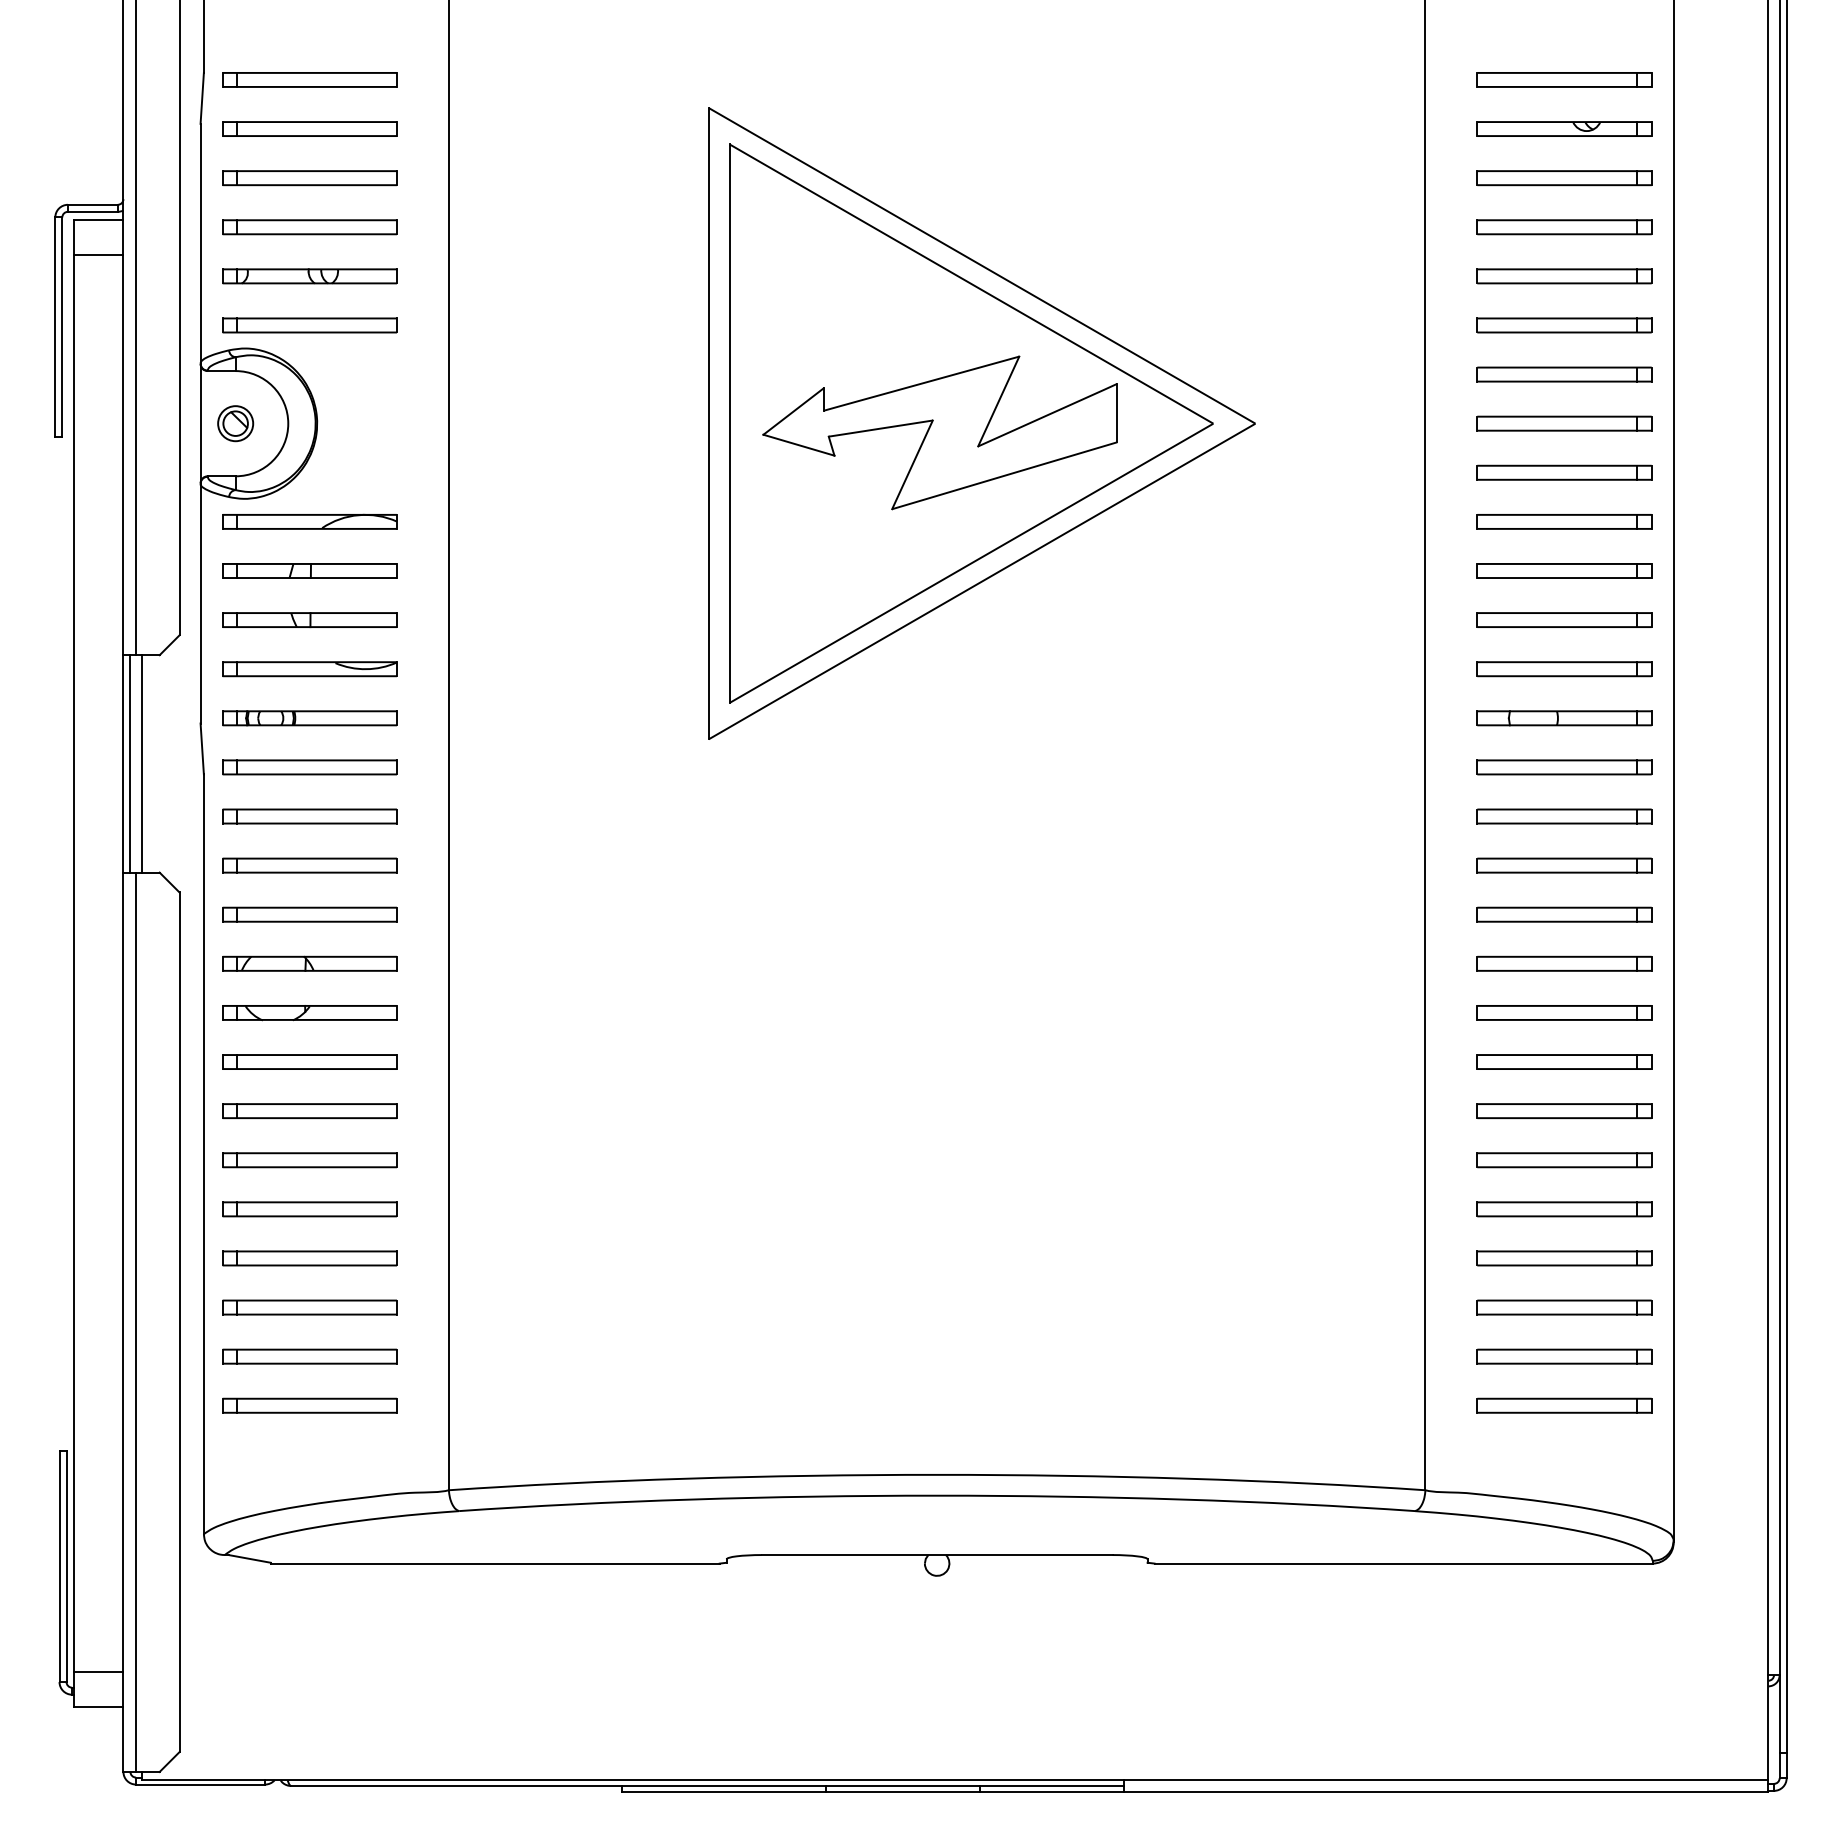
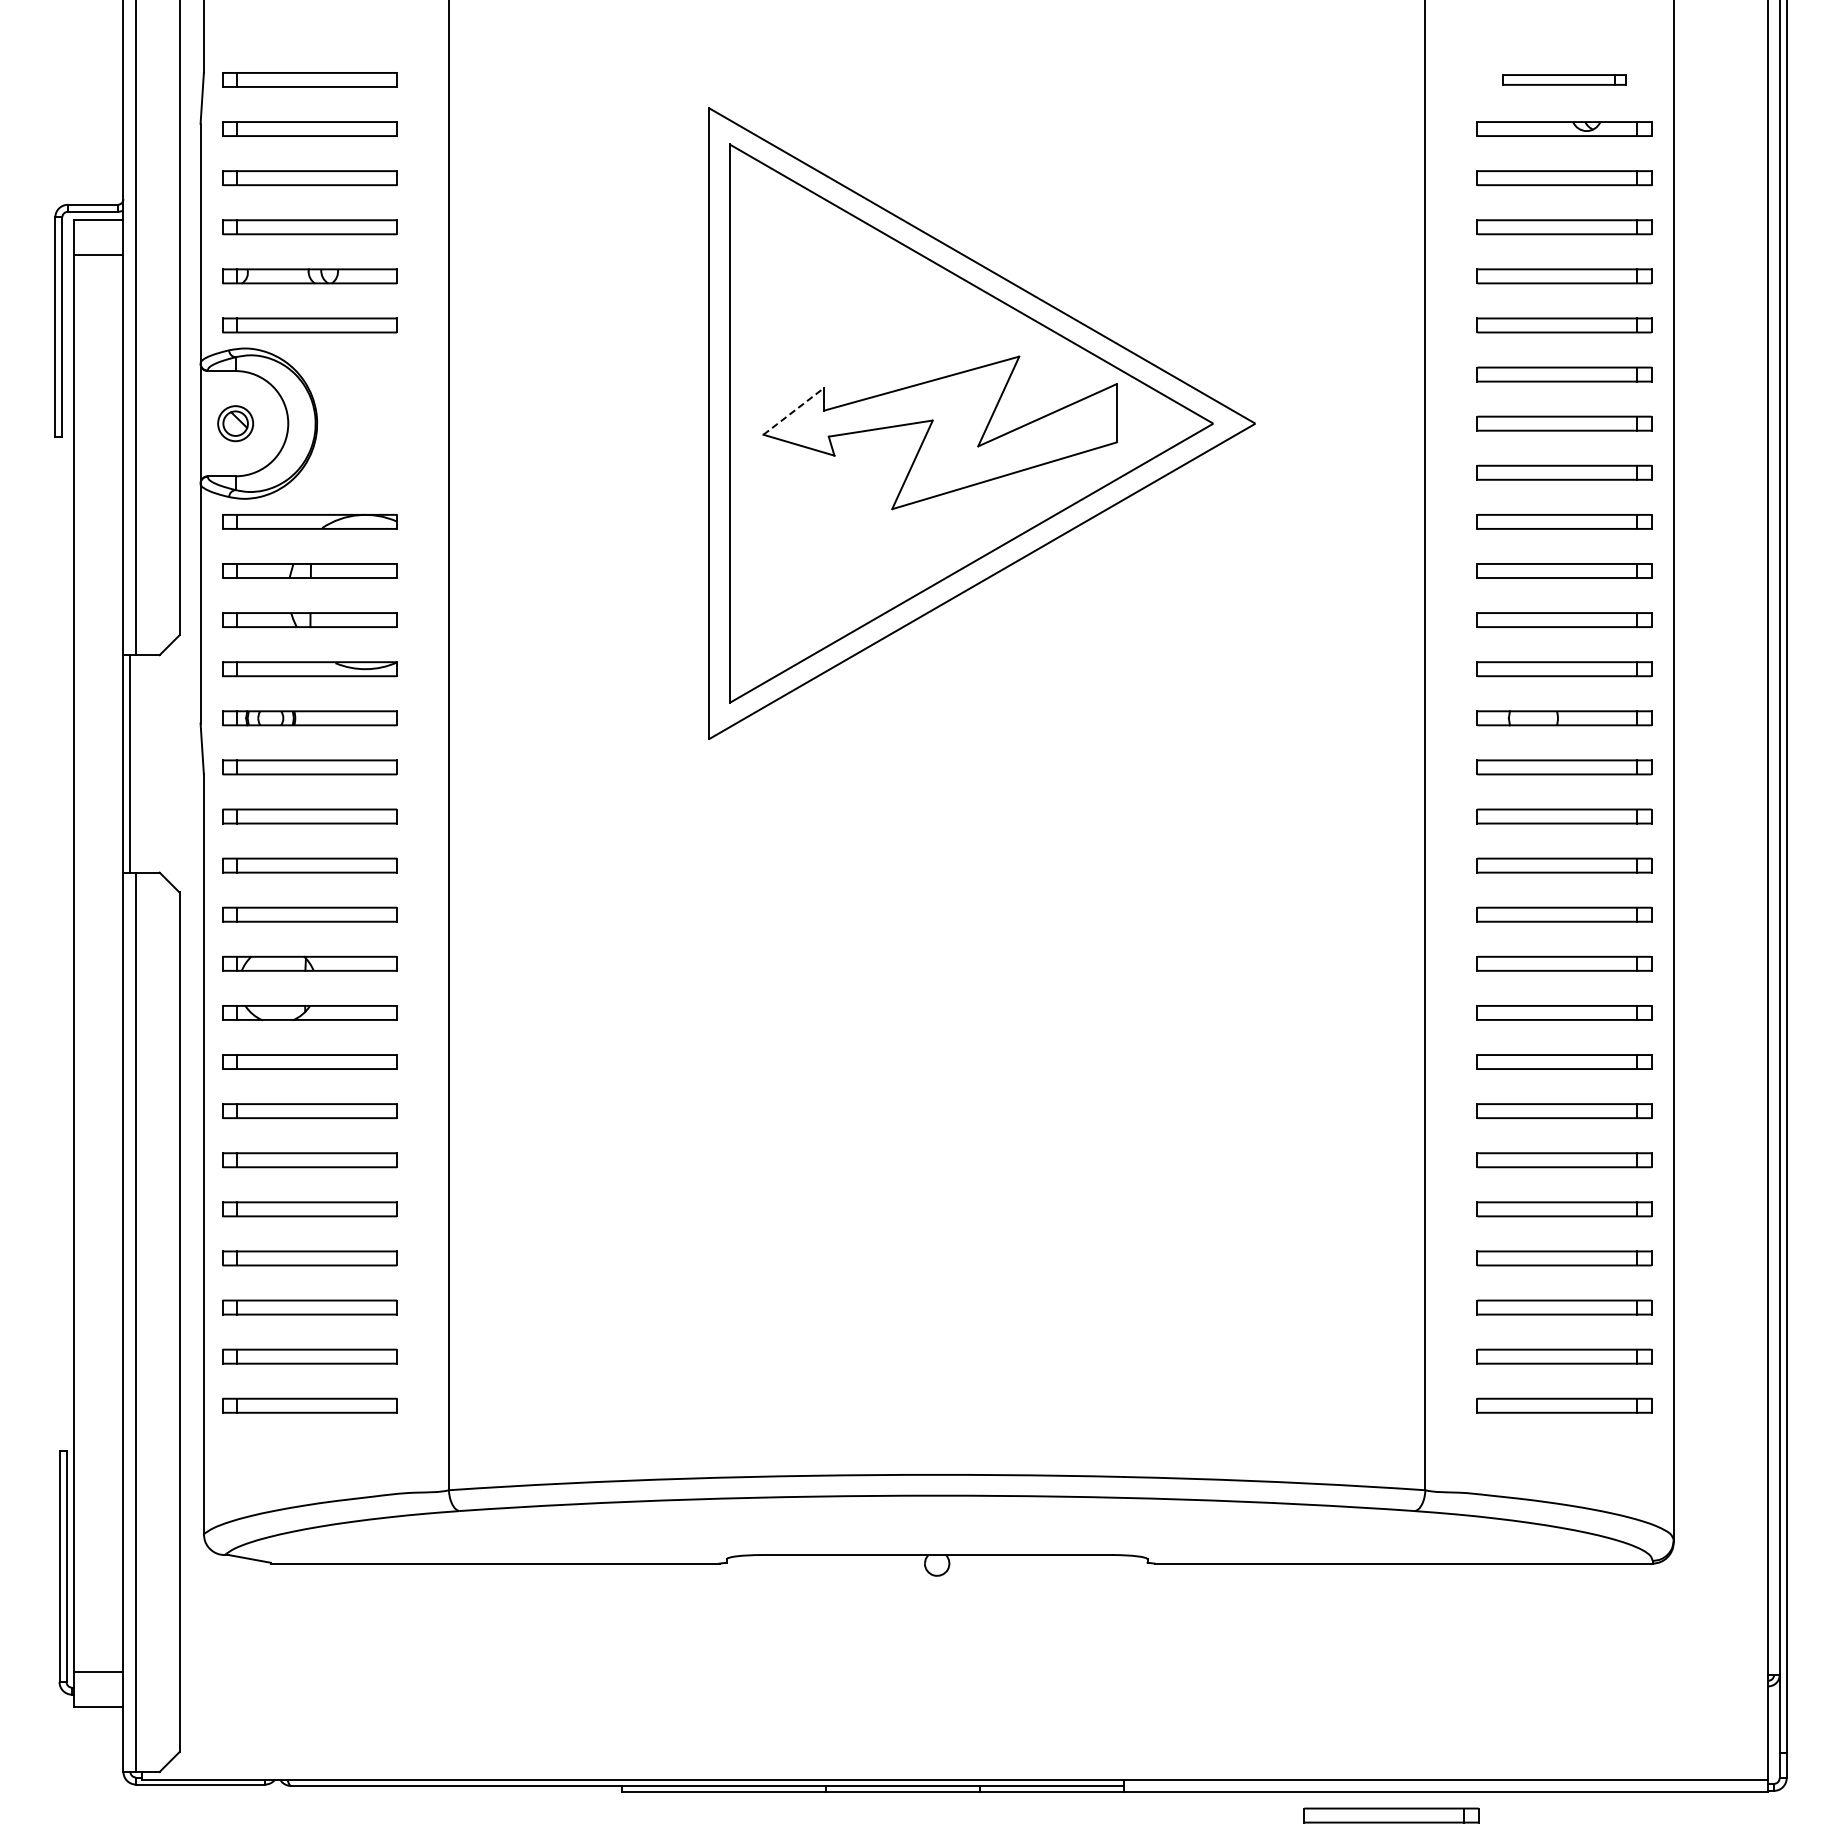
part at (1564, 79) size: 177x16 px -> 125x12 px
line at (793, 411): solid -> dashed
line at (141, 763): present -> none
part at (1391, 1815): none -> present
